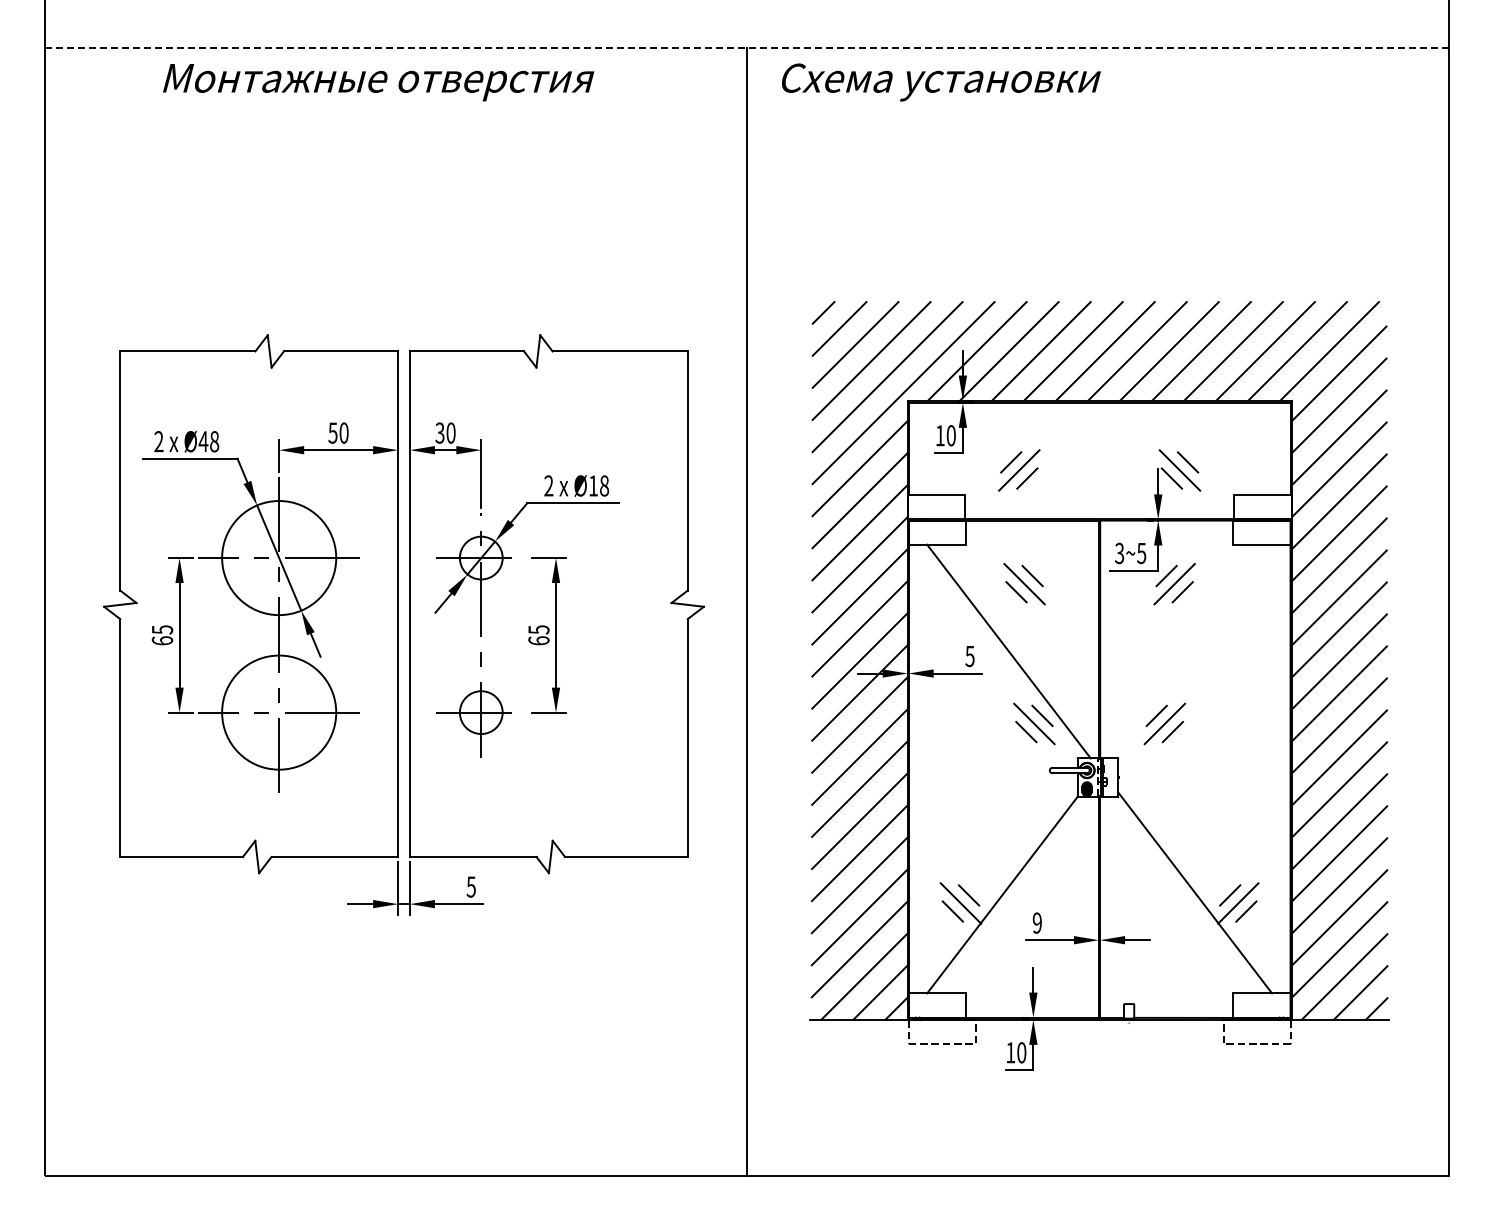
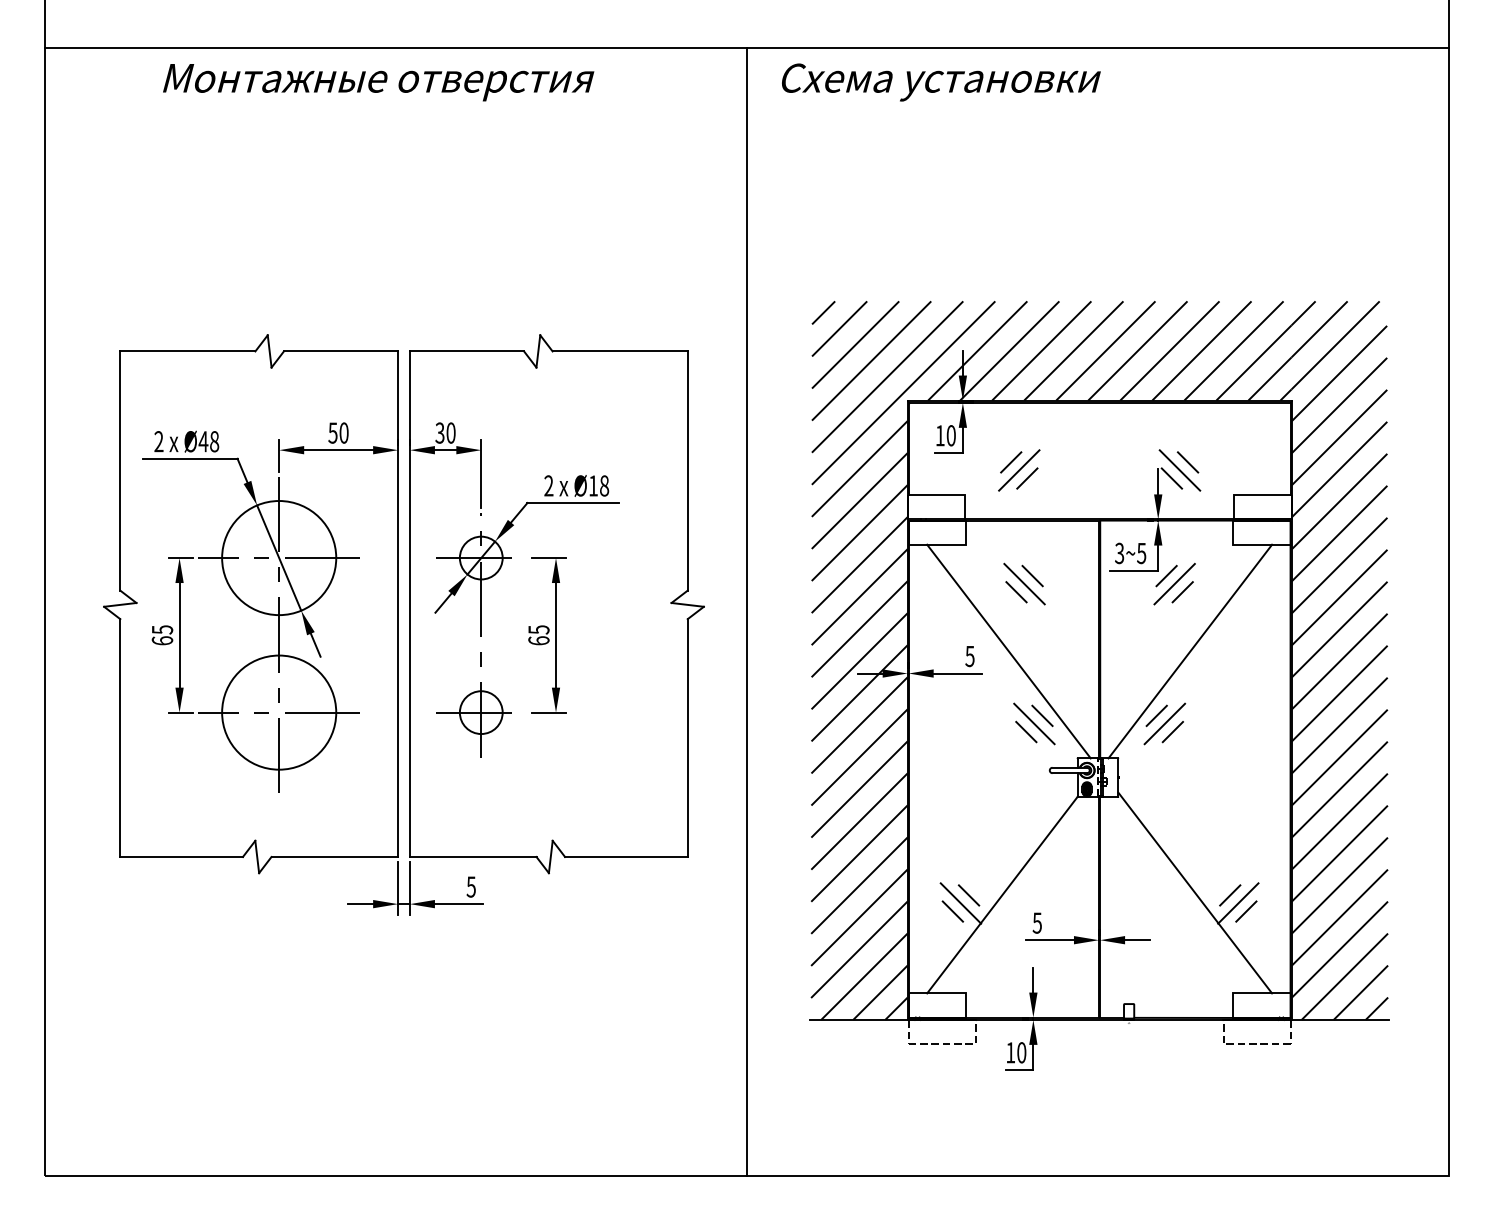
line at (747, 48): dashed -> solid
line at (1190, 651): none -> present
text at (1036, 922): 9 -> 5
